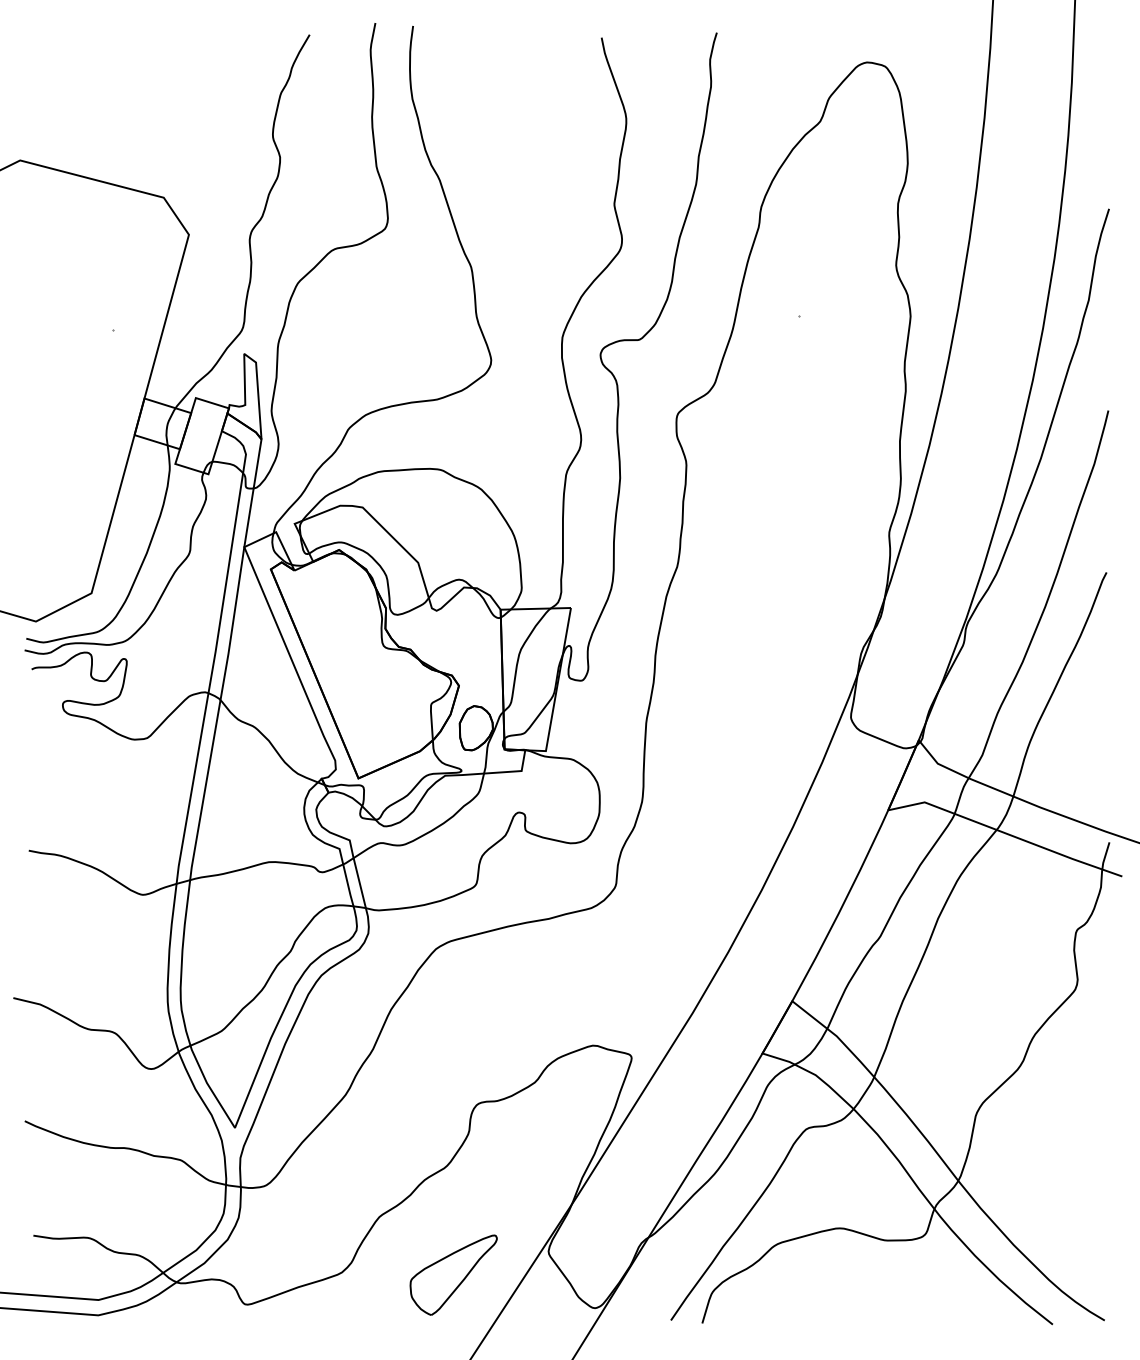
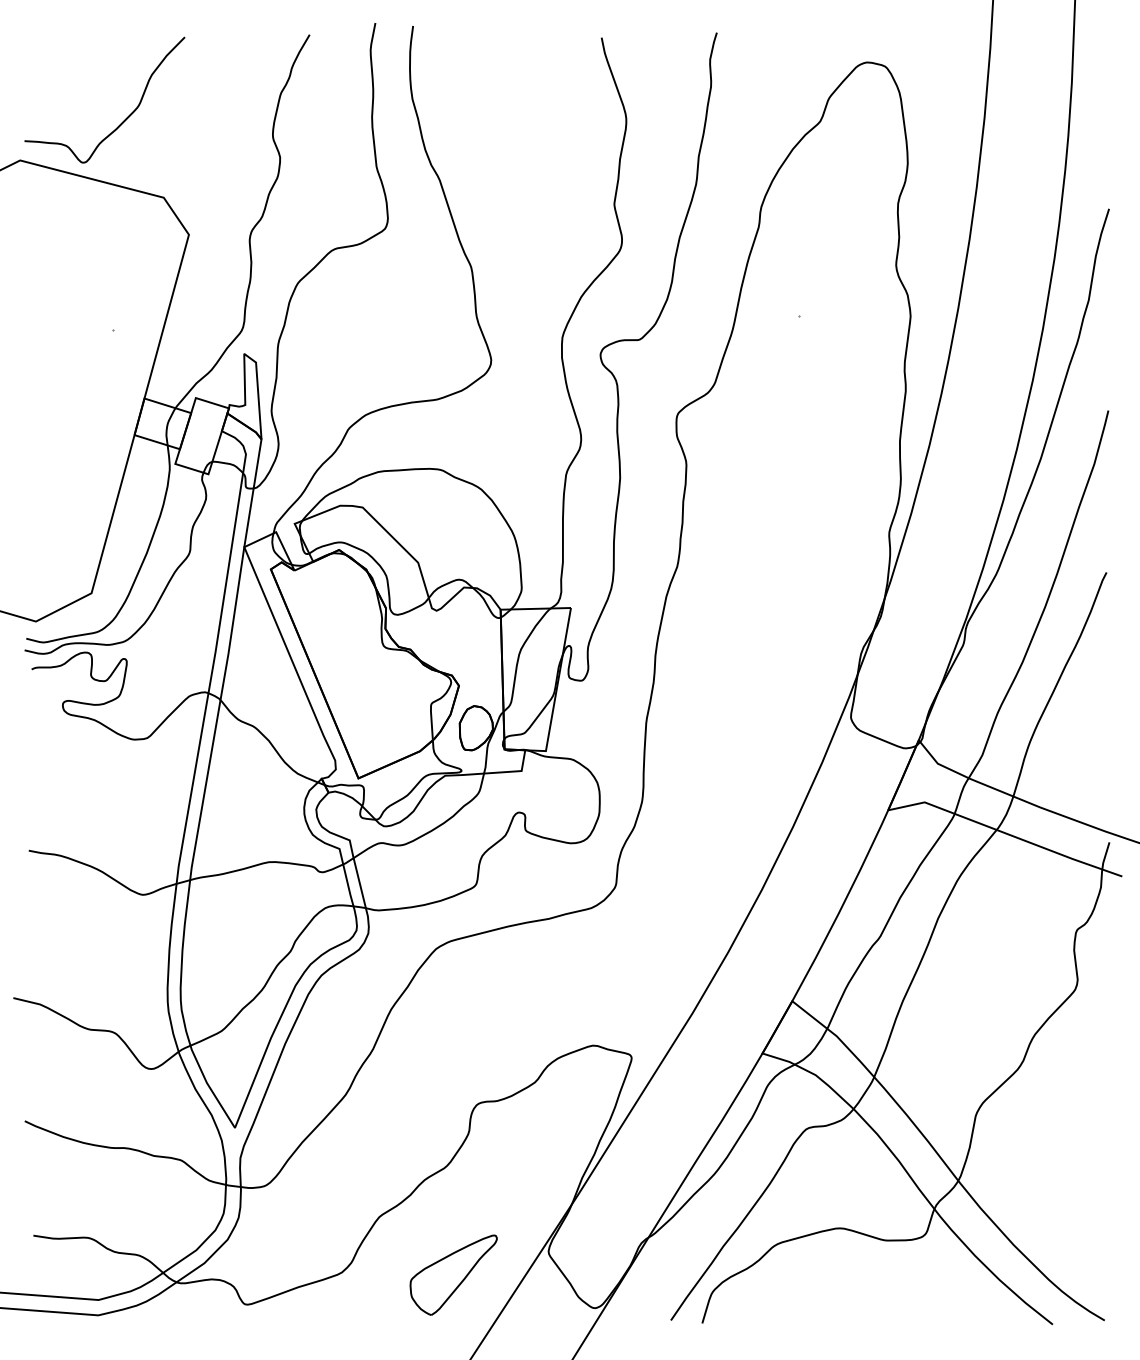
curve at (124, 119): none -> present
